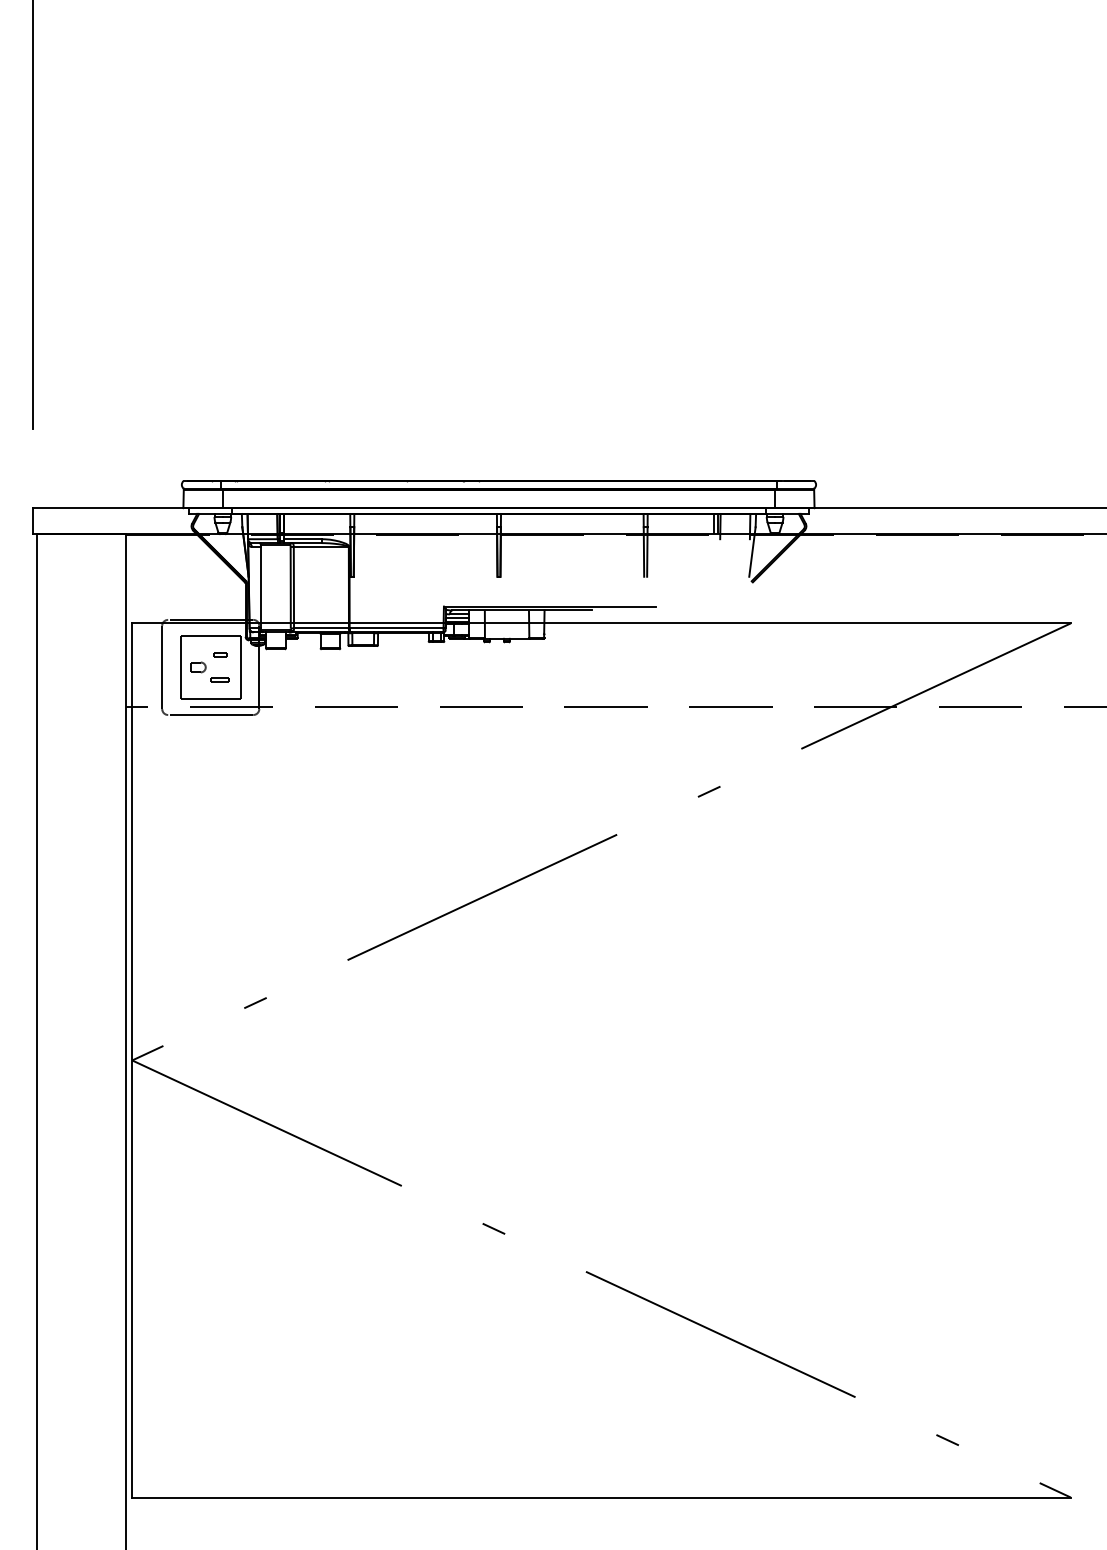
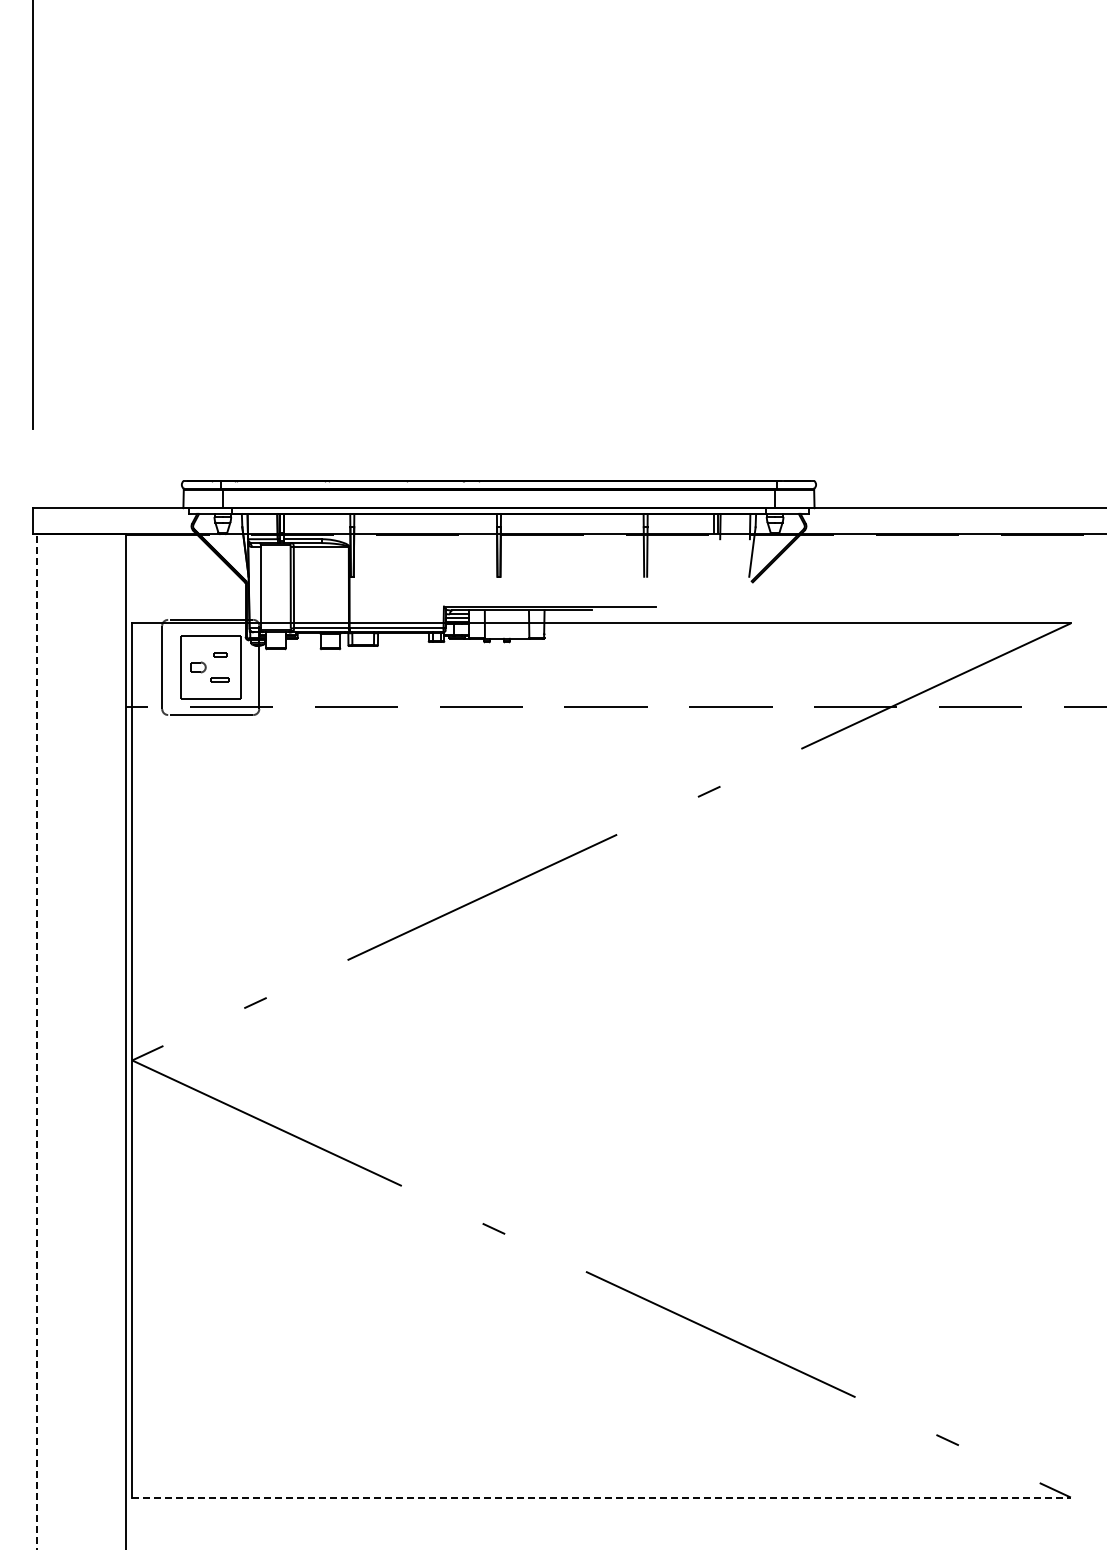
line at (37, 1041): solid -> dashed
line at (602, 1497): solid -> dashed
